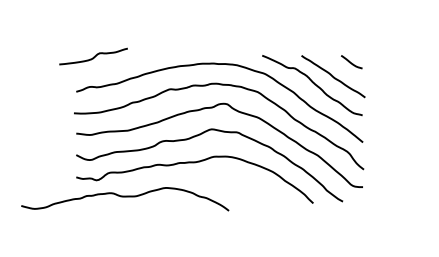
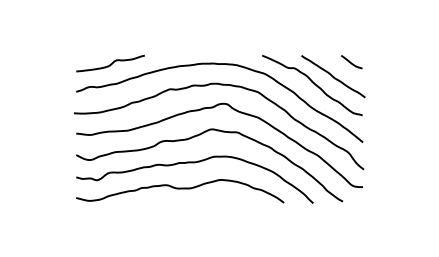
curve at (93, 56) position: (93, 56) -> (110, 63)
curve at (125, 197) position: (125, 197) -> (180, 189)
